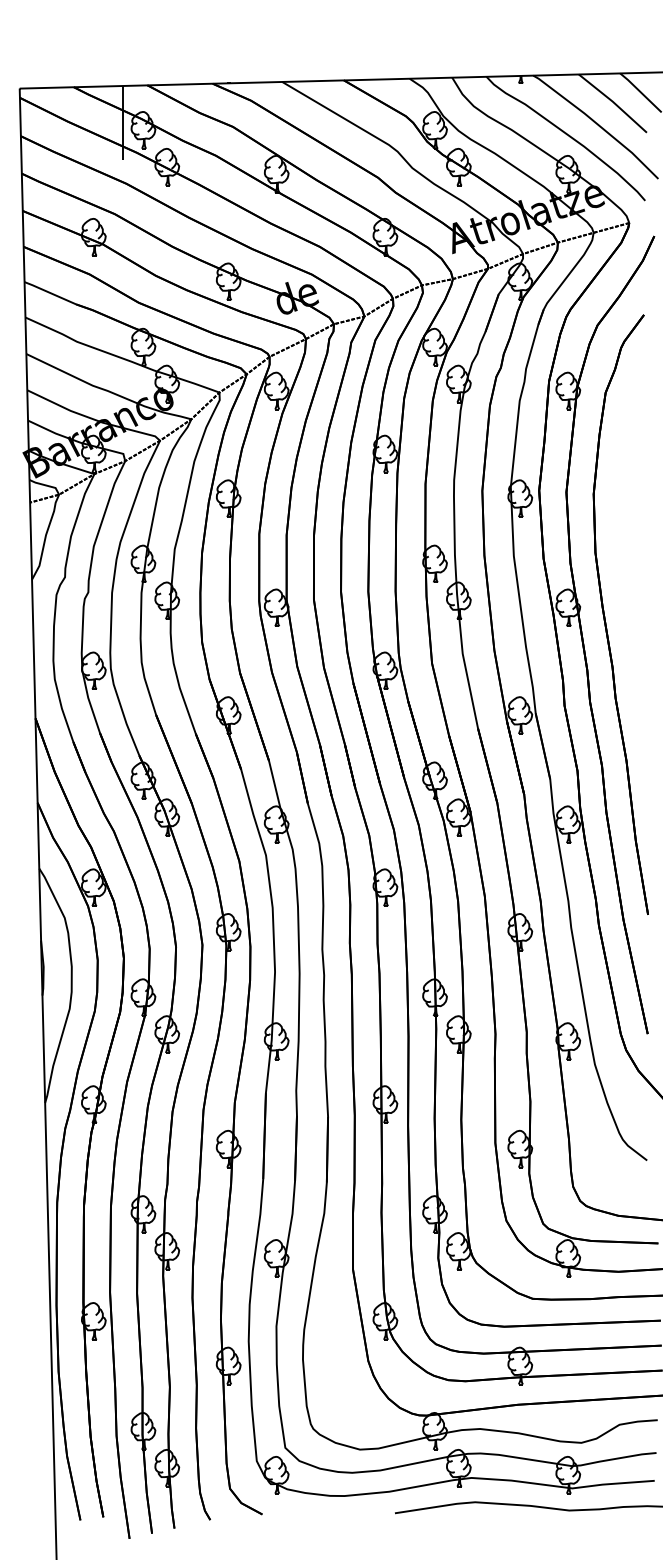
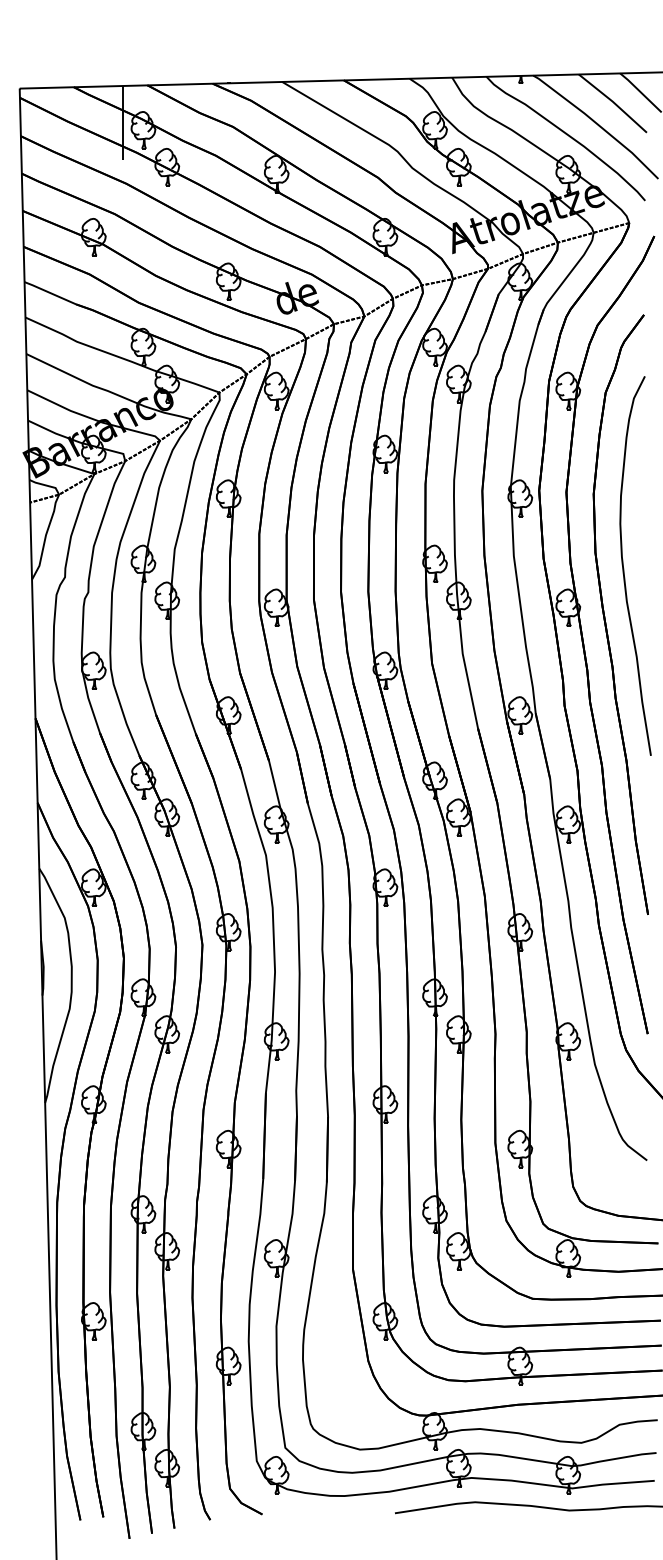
curve at (624, 568): none -> present
